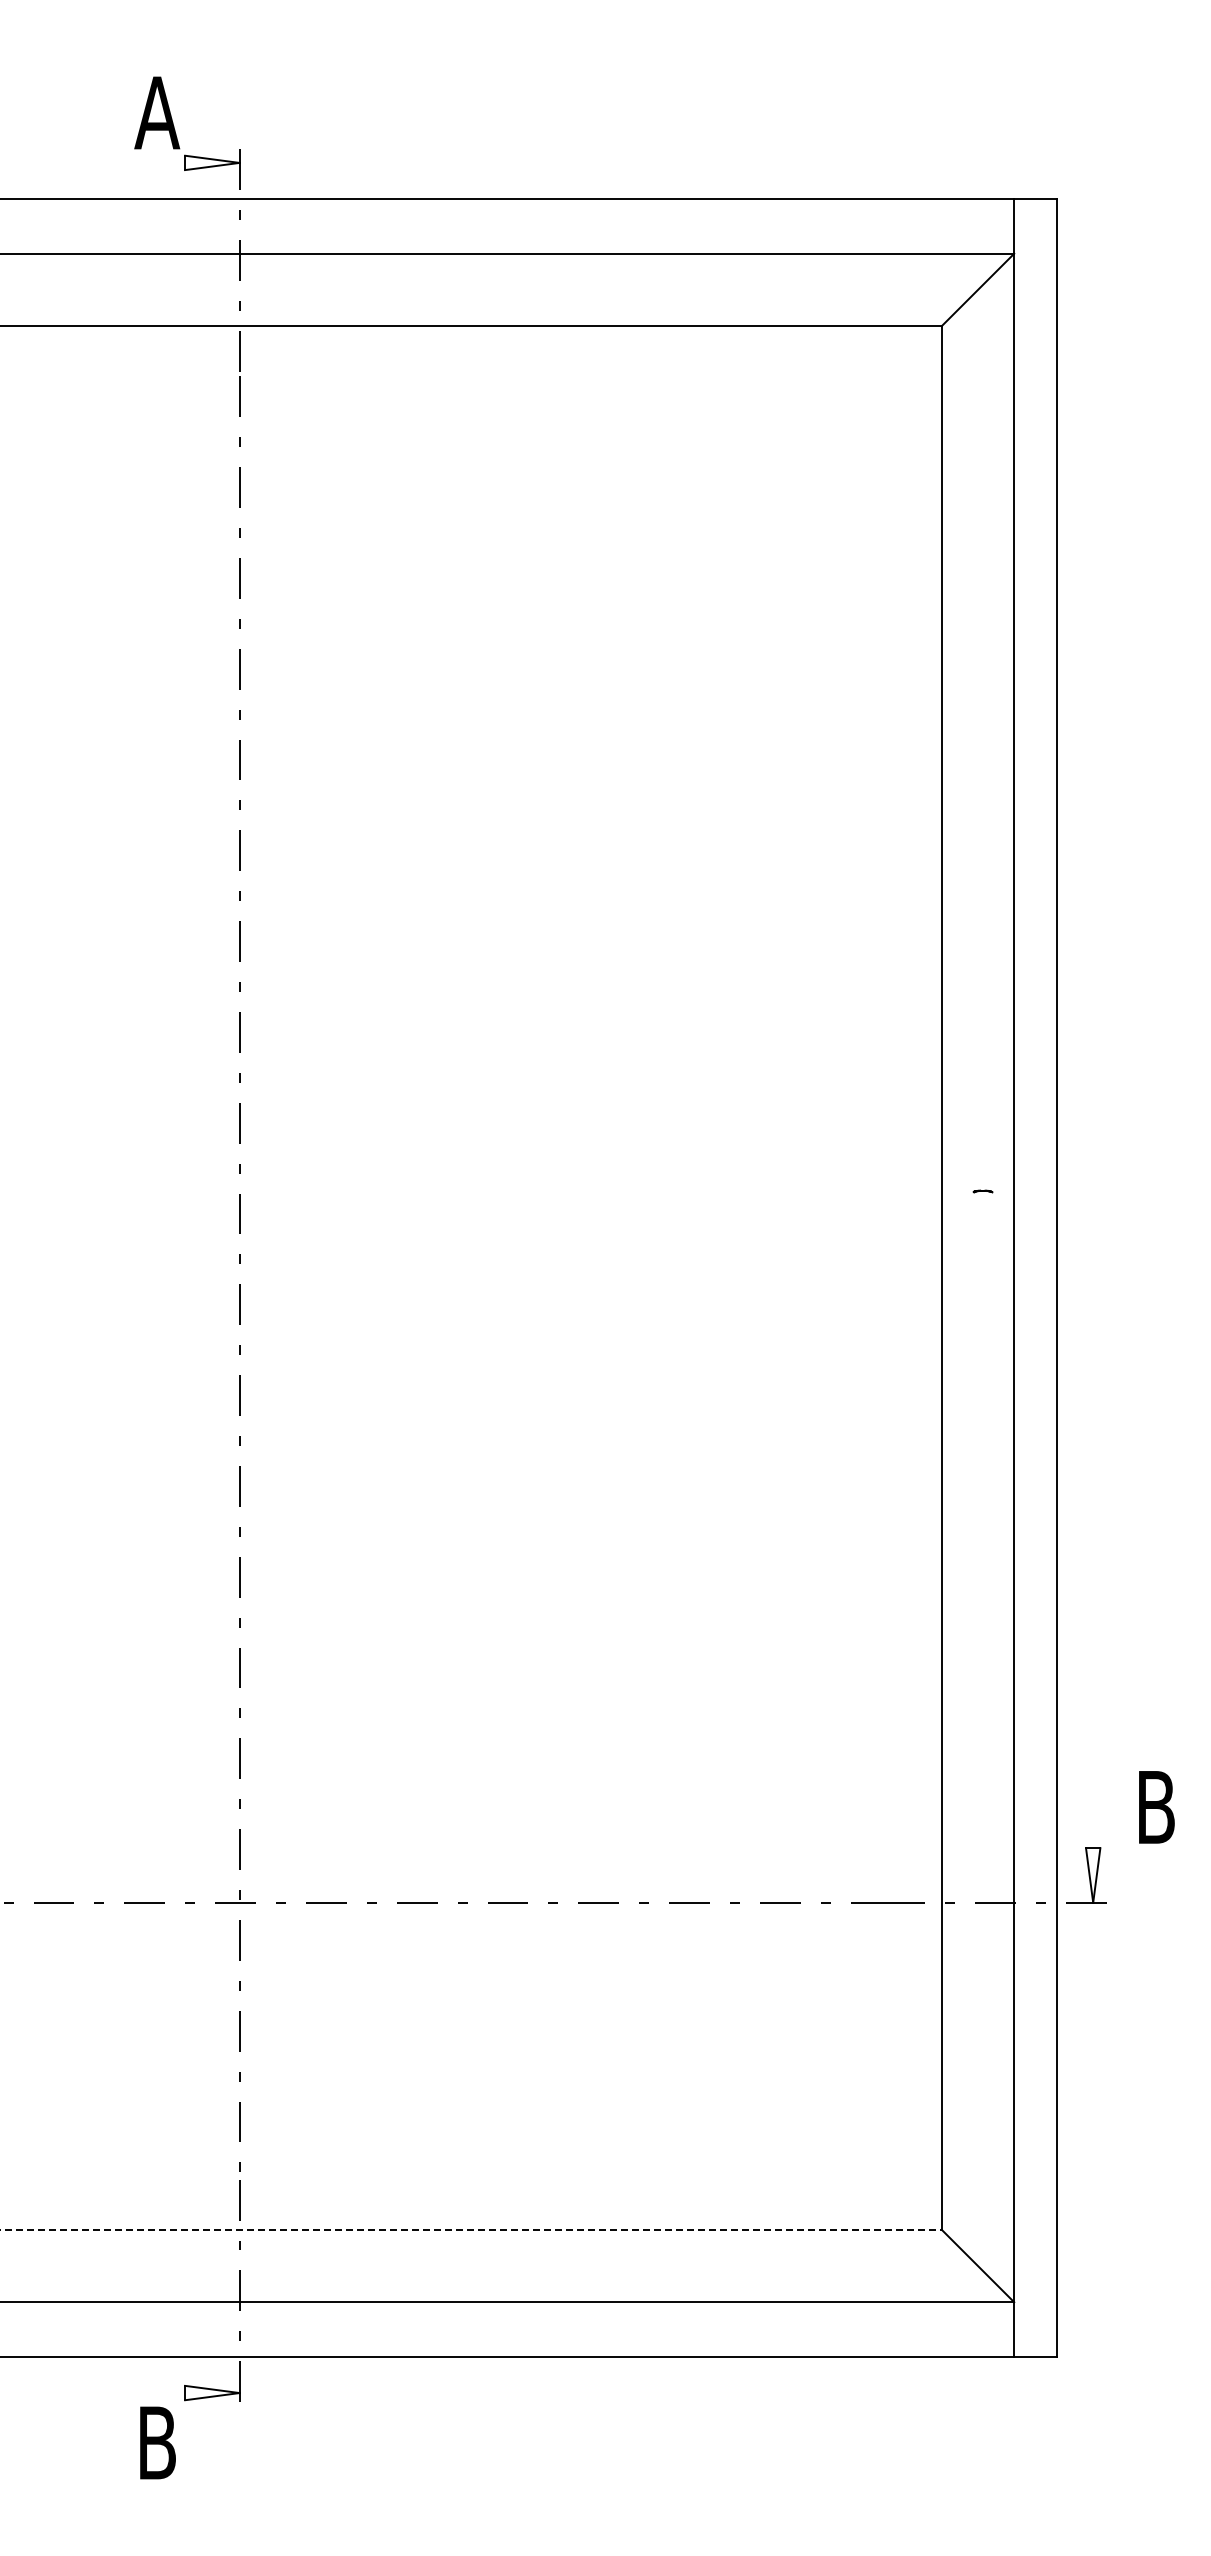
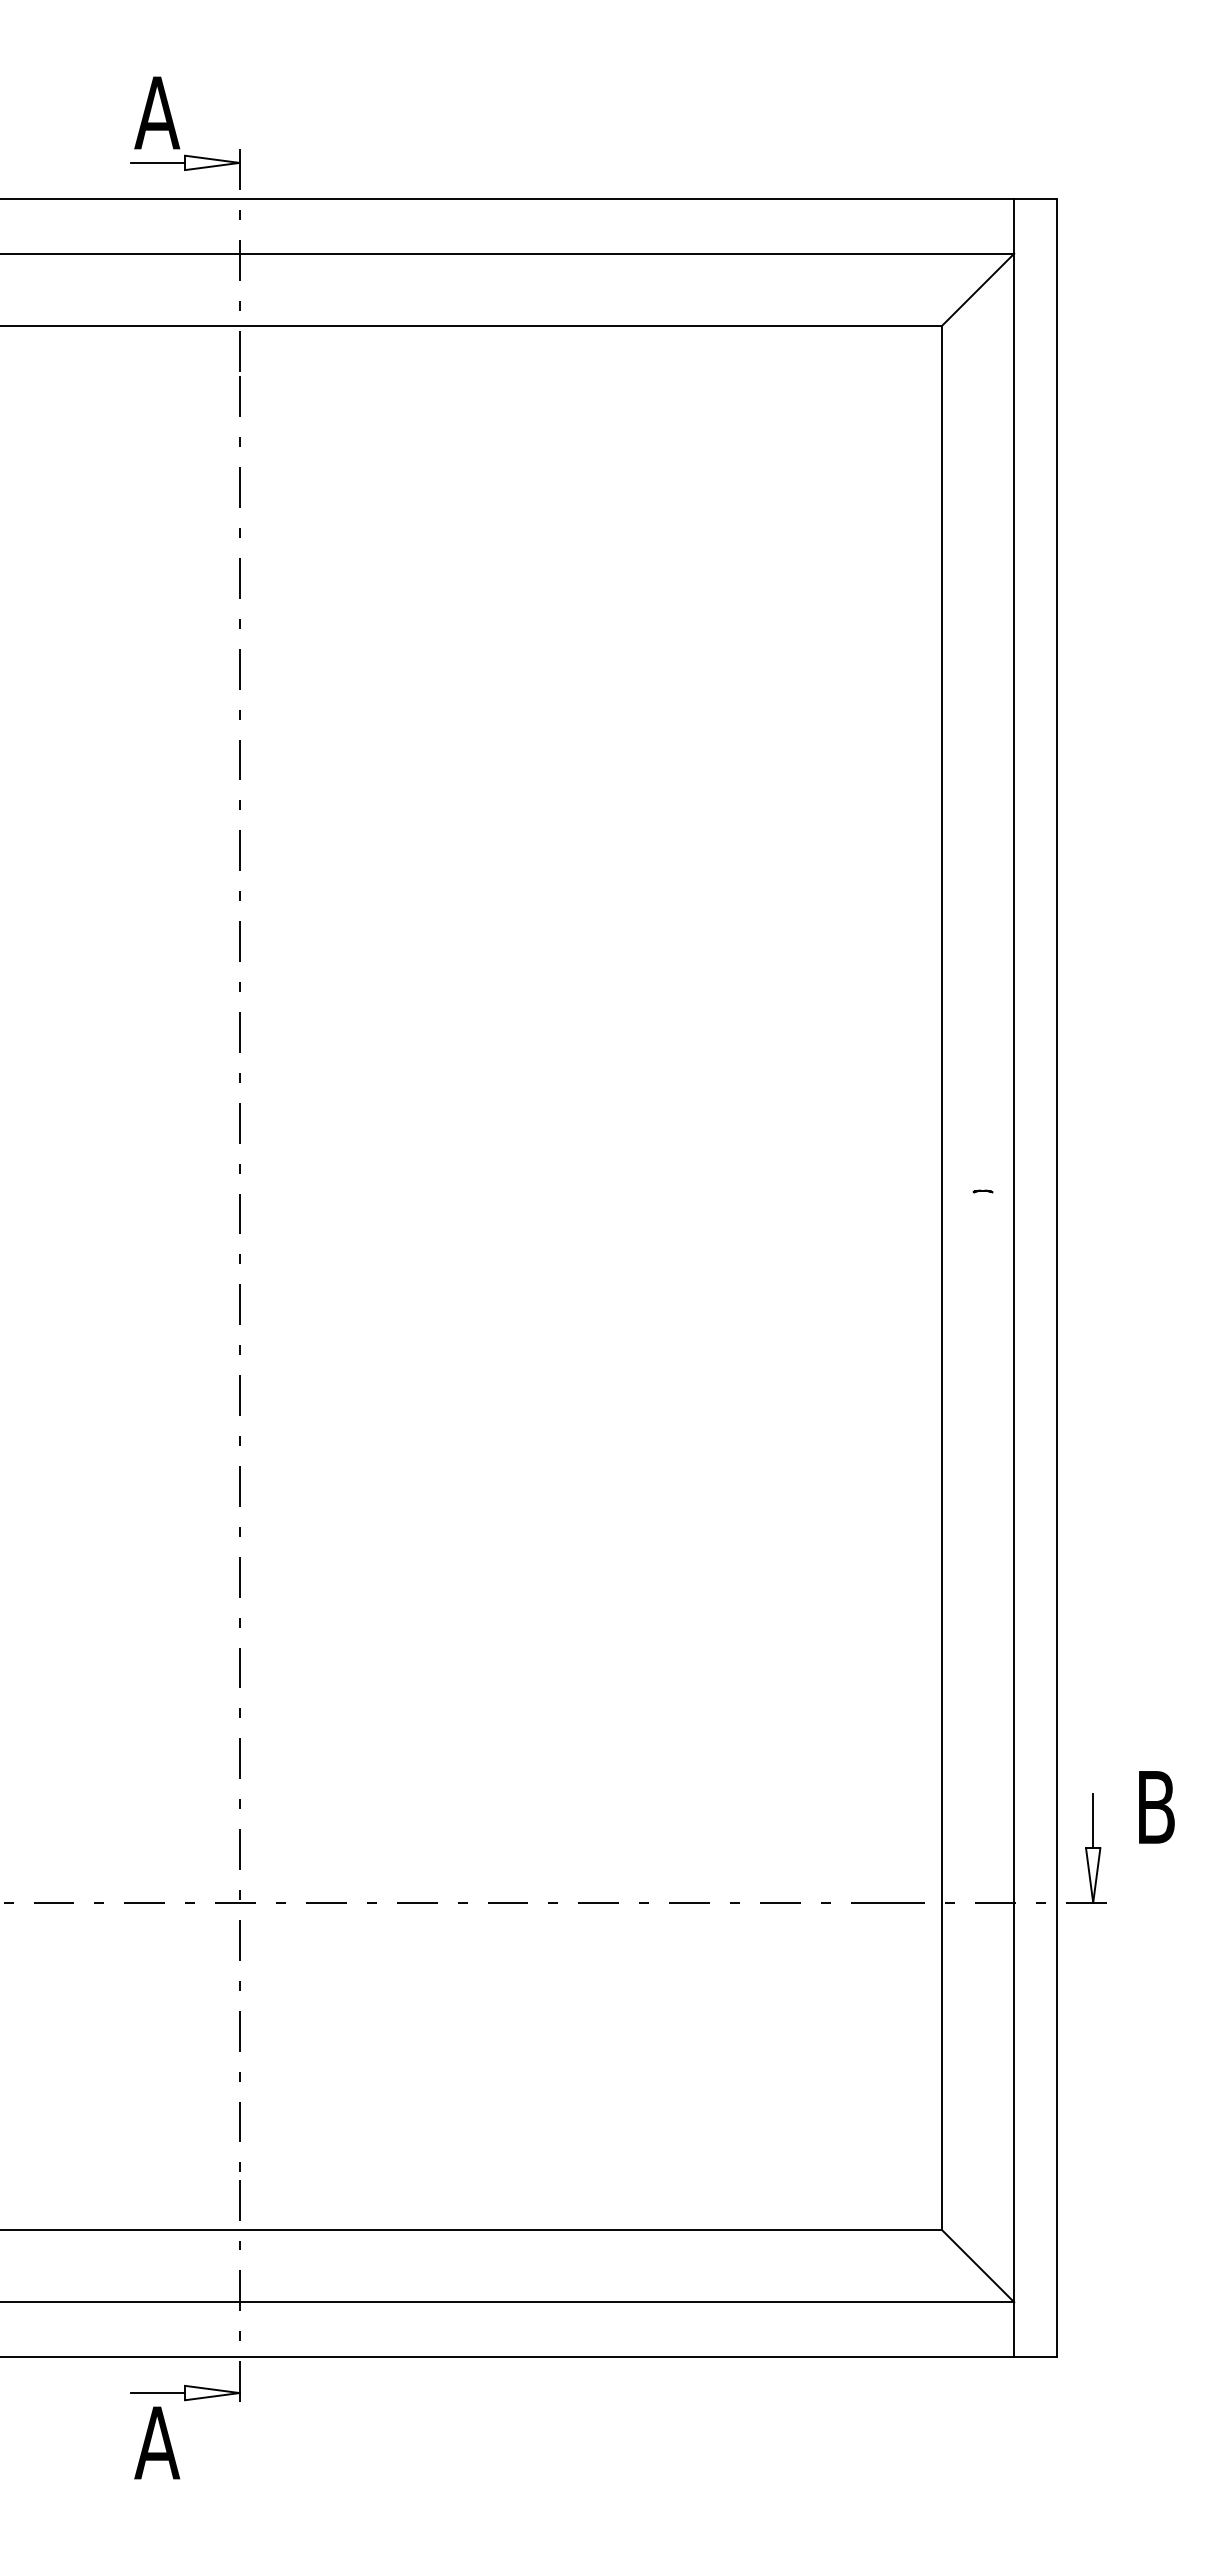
line at (157, 162): none -> present
line at (1093, 1820): none -> present
line at (470, 2229): dashed -> solid
line at (157, 2393): none -> present
text at (157, 2442): B -> A
